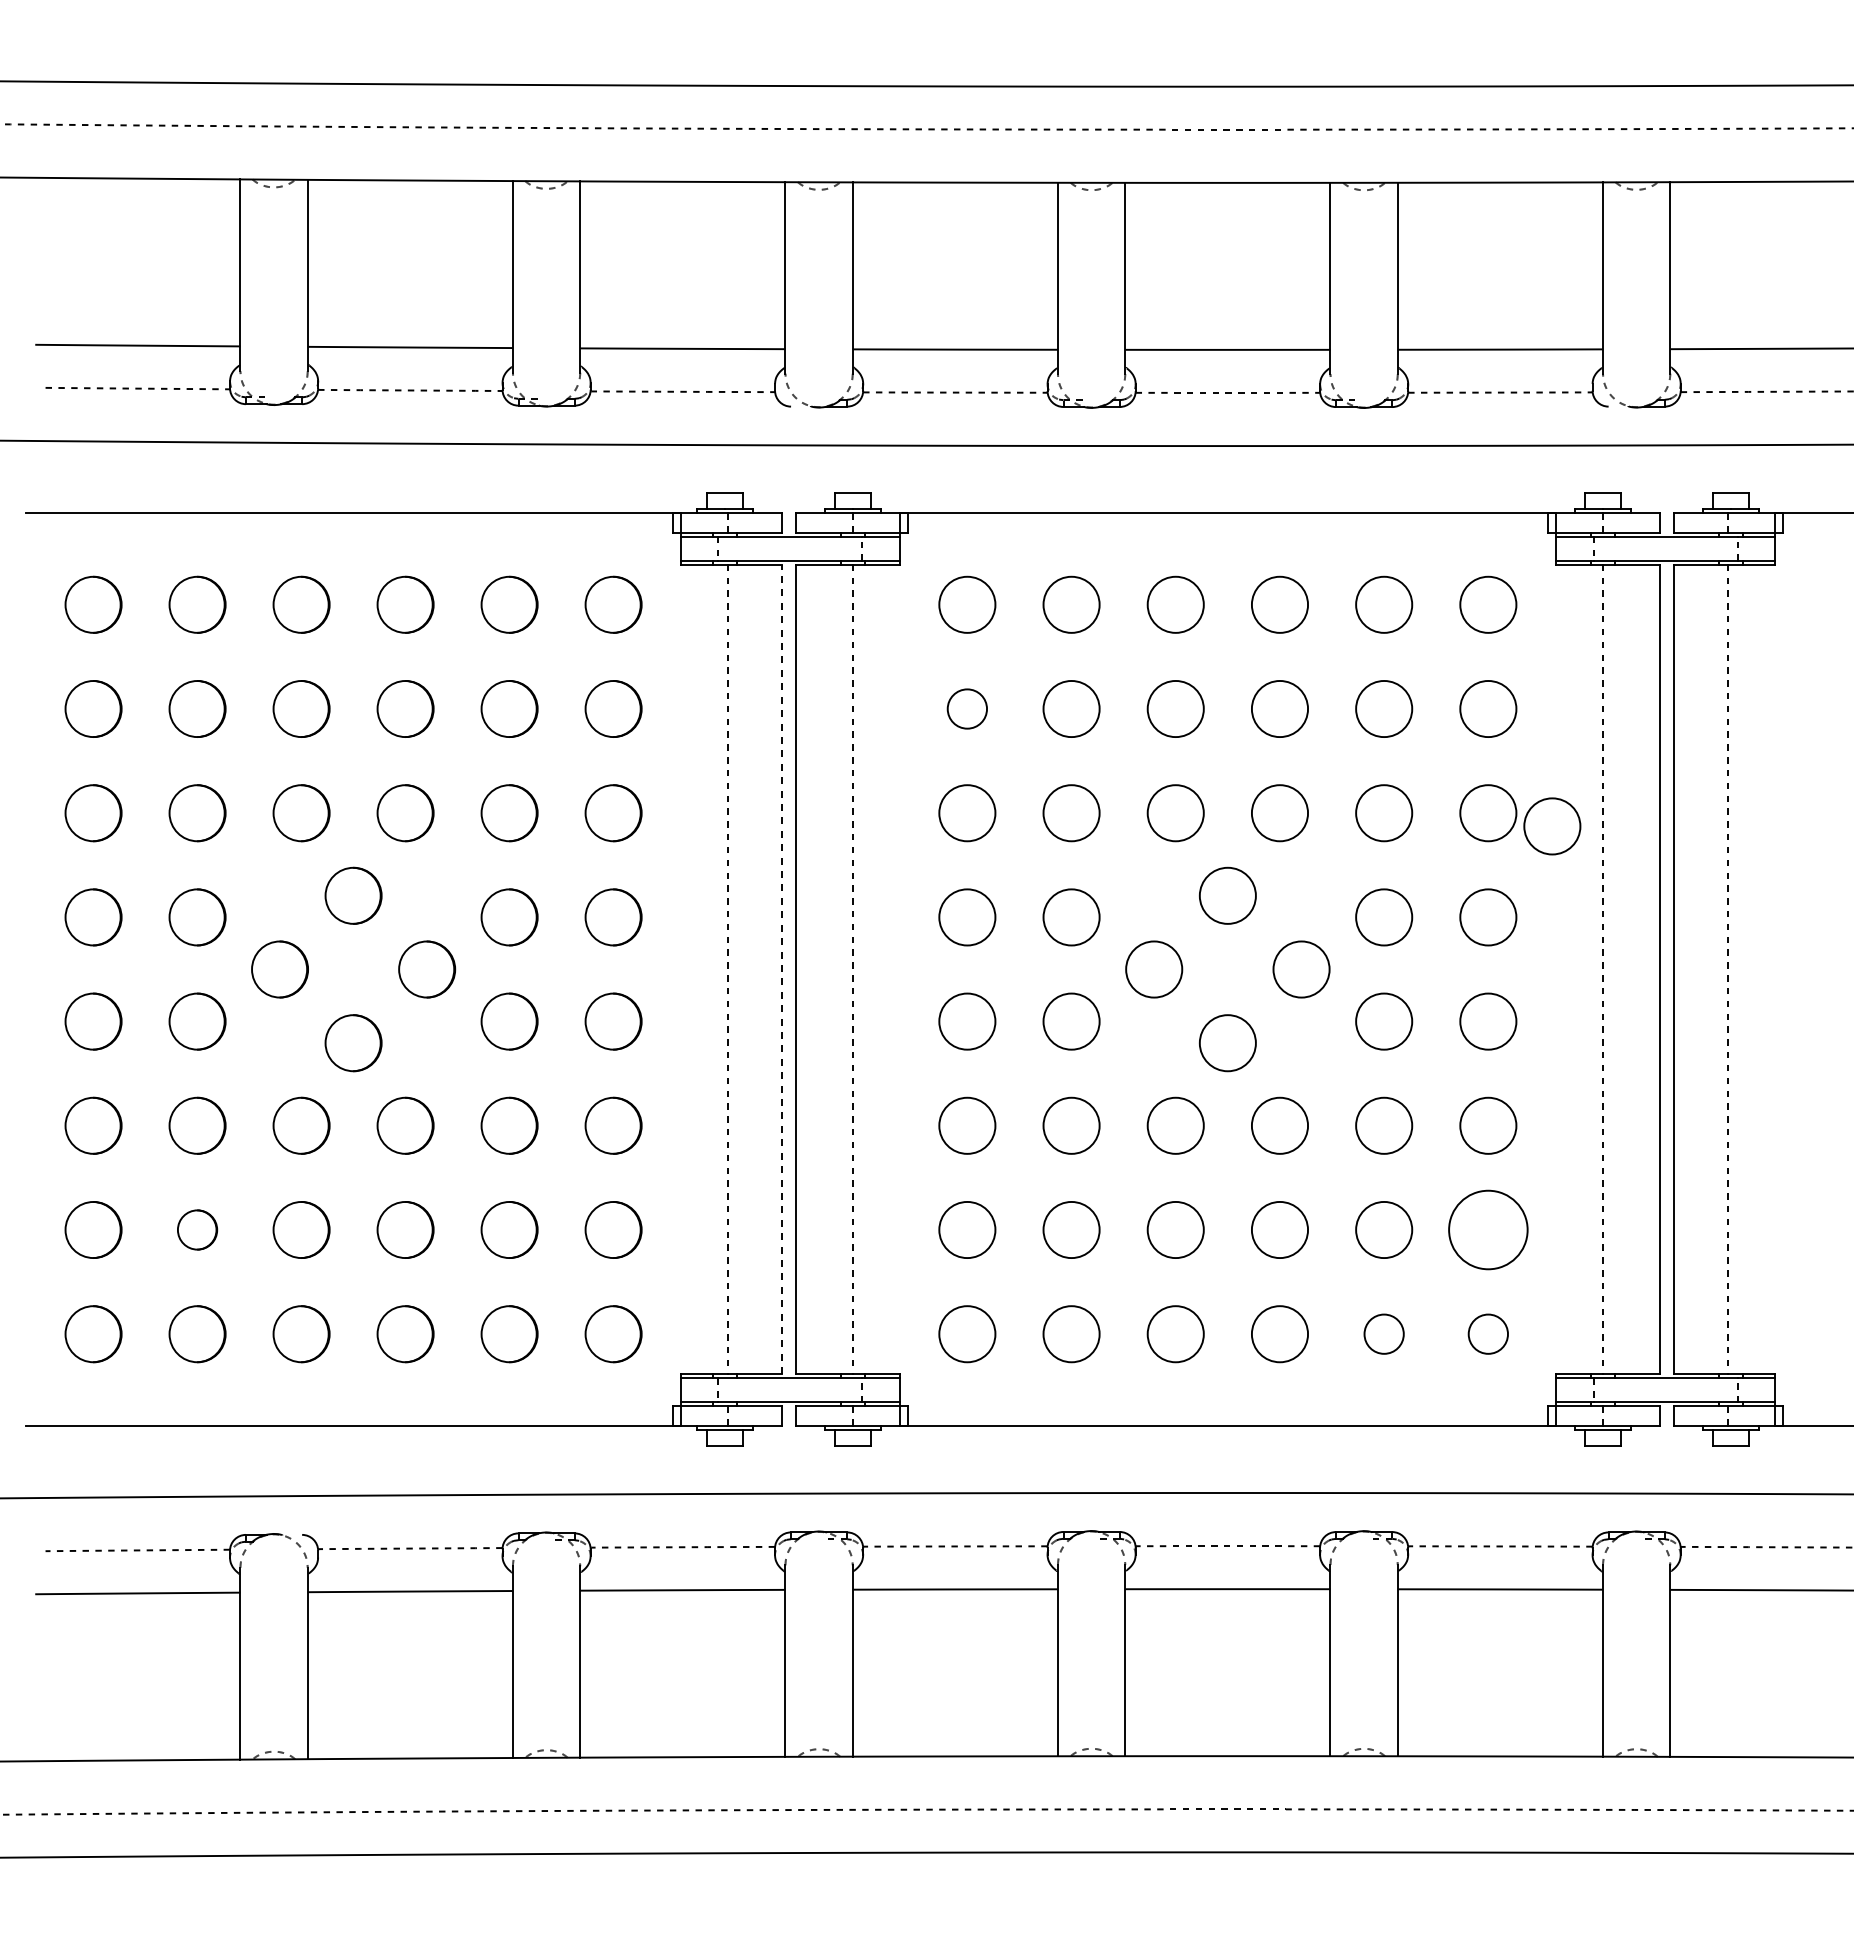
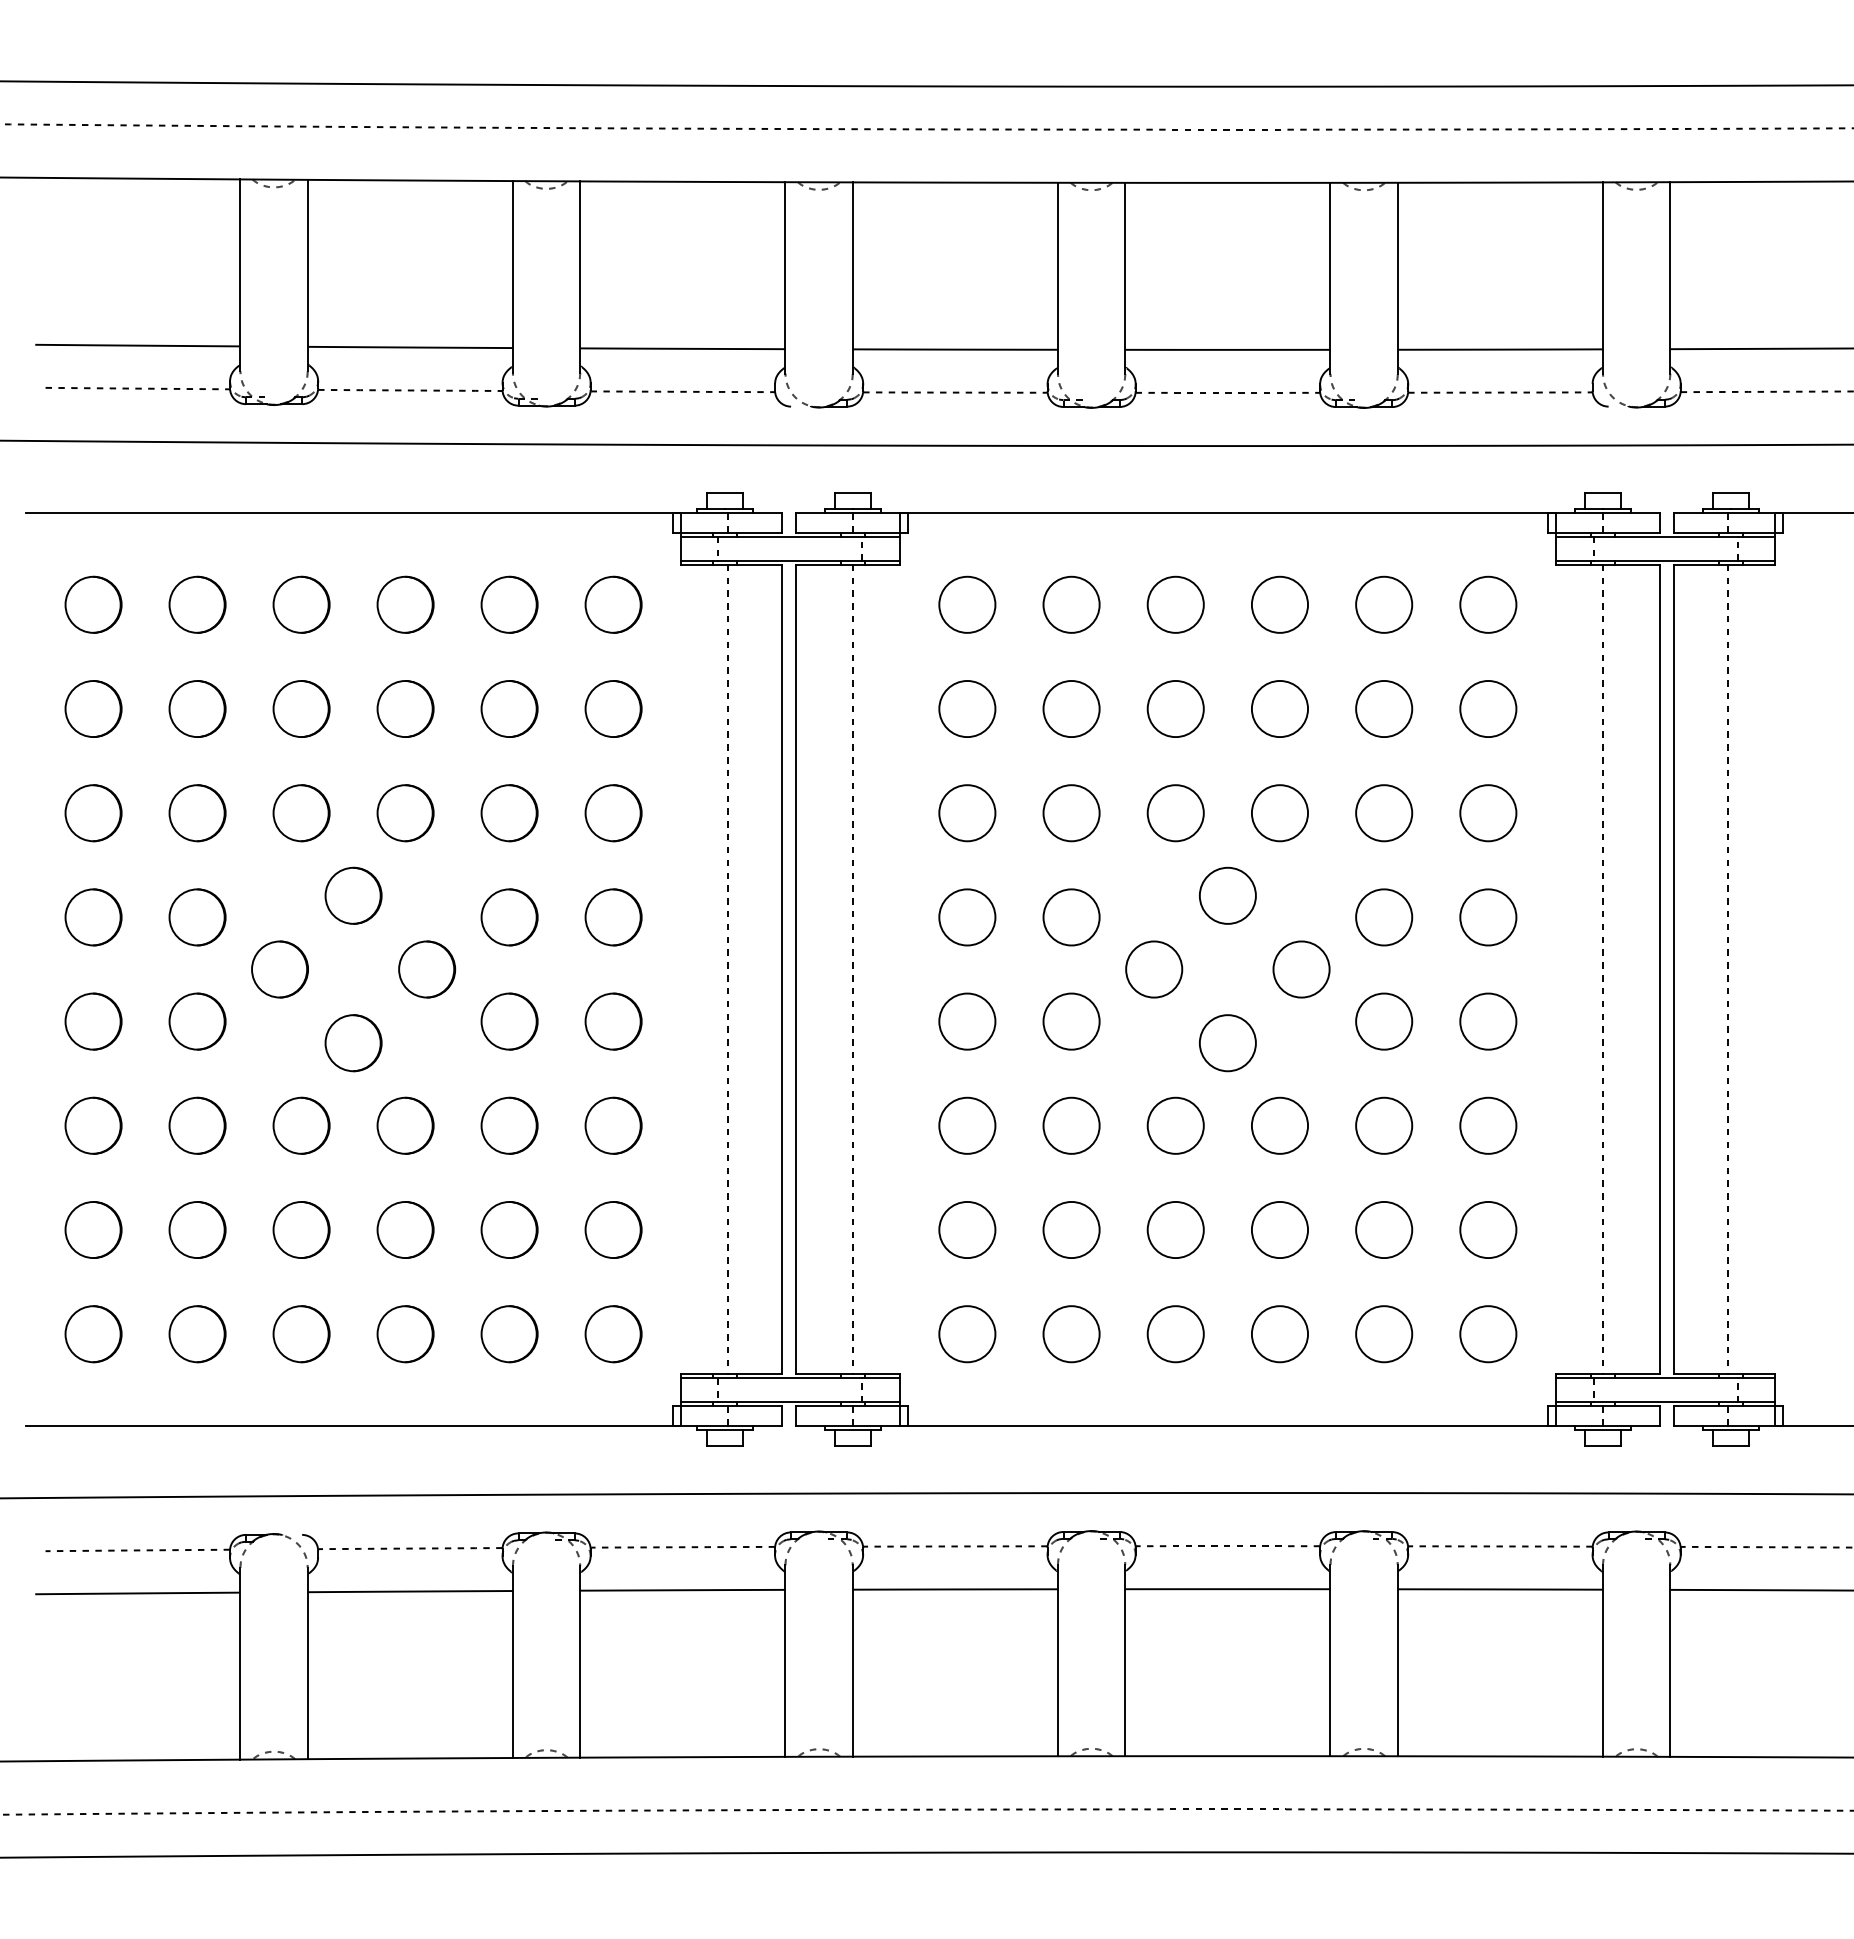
circle at (967, 708) diameter: 39 px -> 56 px
circle at (1552, 826): present -> none
line at (781, 969): dashed -> solid
circle at (197, 1229) size: 42x42 px -> 59x58 px
circle at (1488, 1229) diameter: 79 px -> 56 px
circle at (1383, 1333) diameter: 39 px -> 56 px
circle at (1488, 1333) diameter: 39 px -> 56 px
